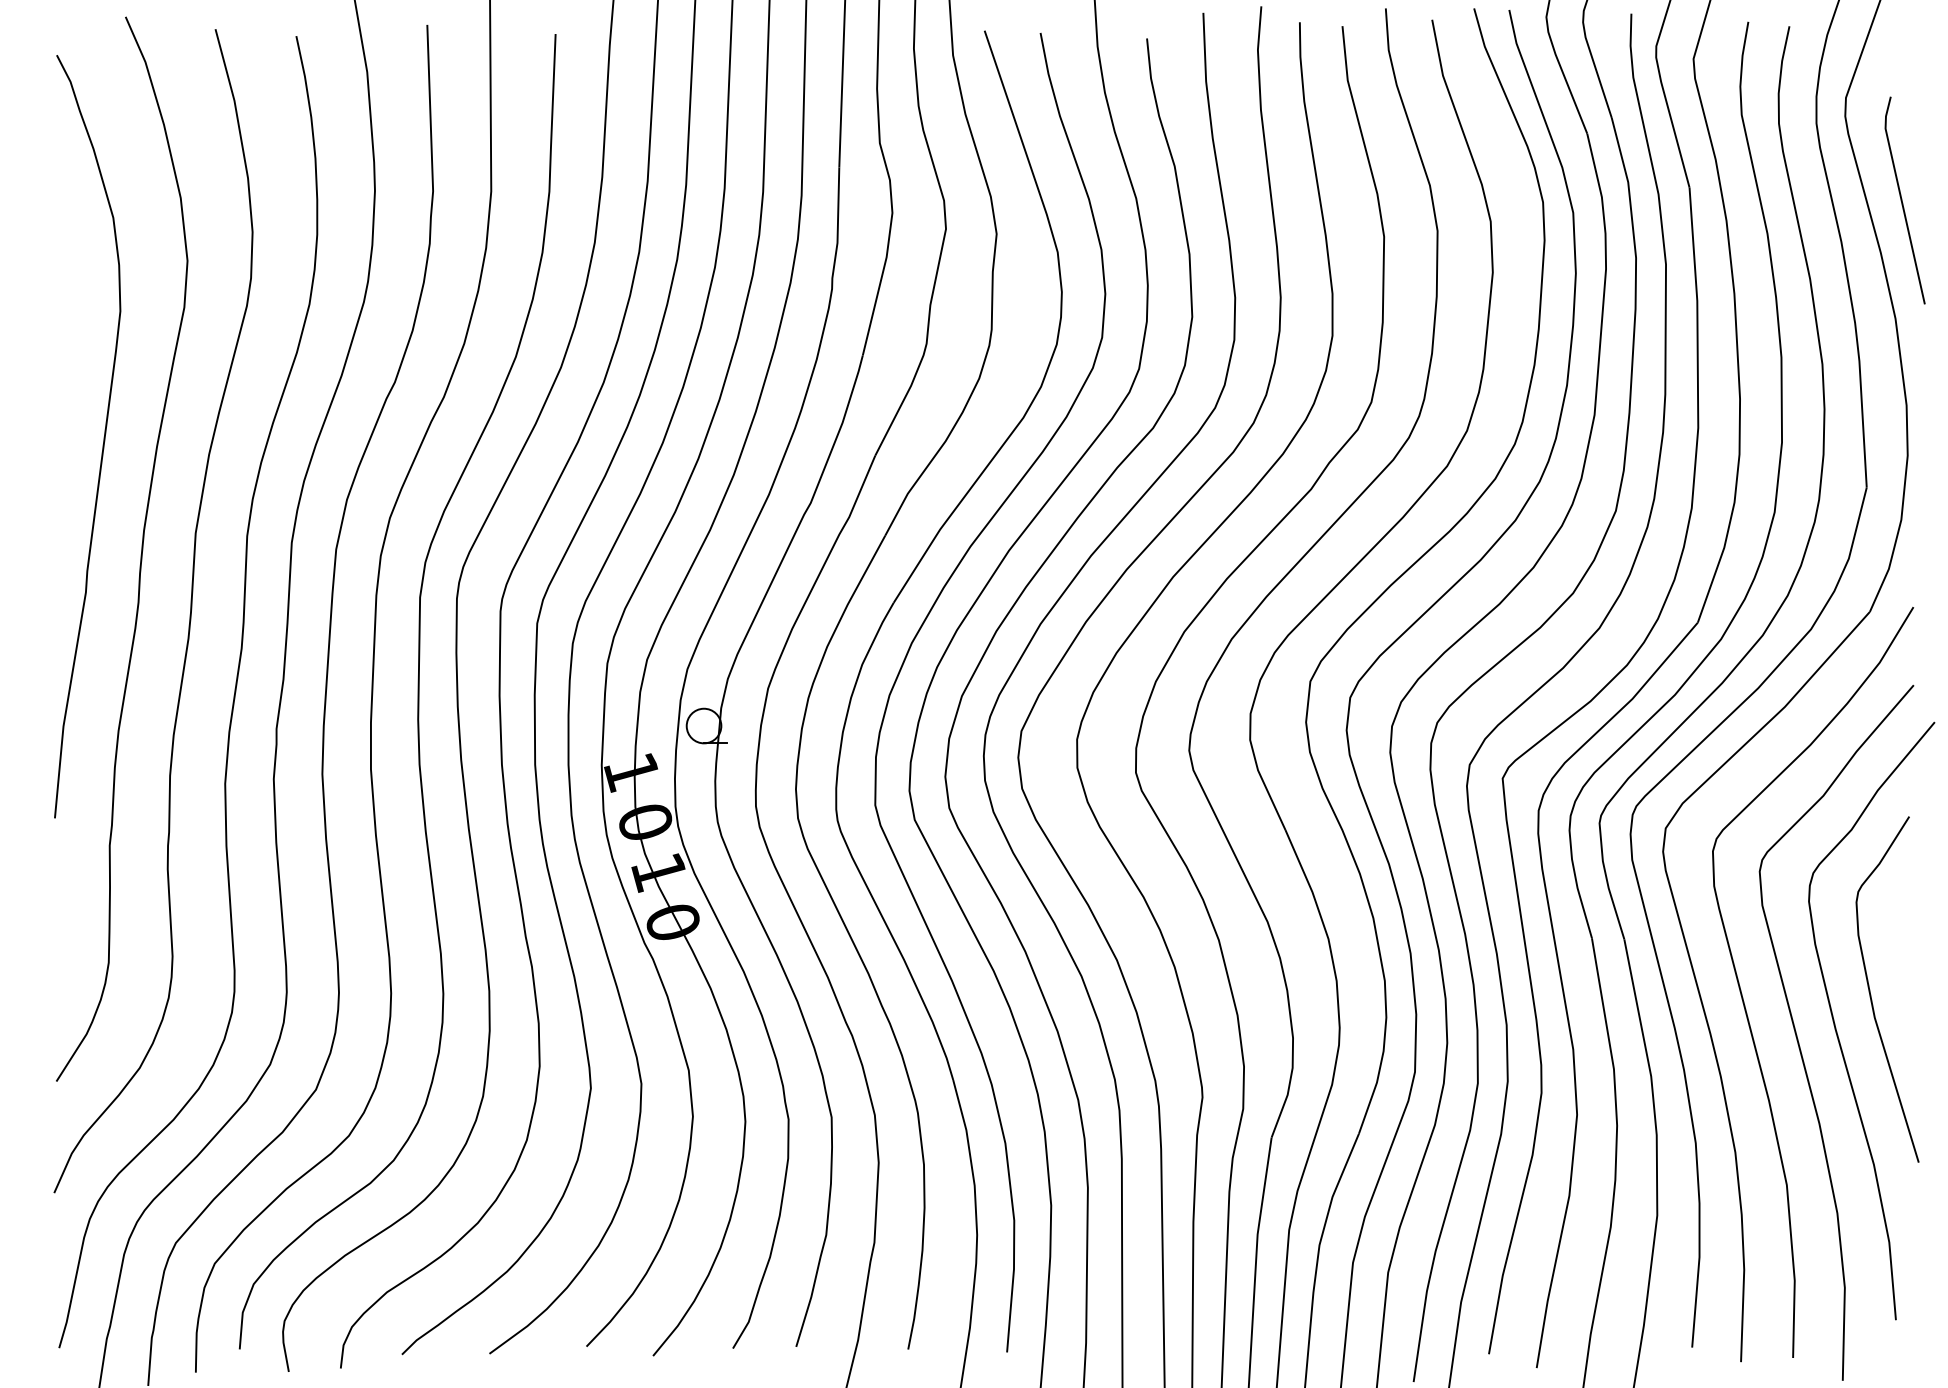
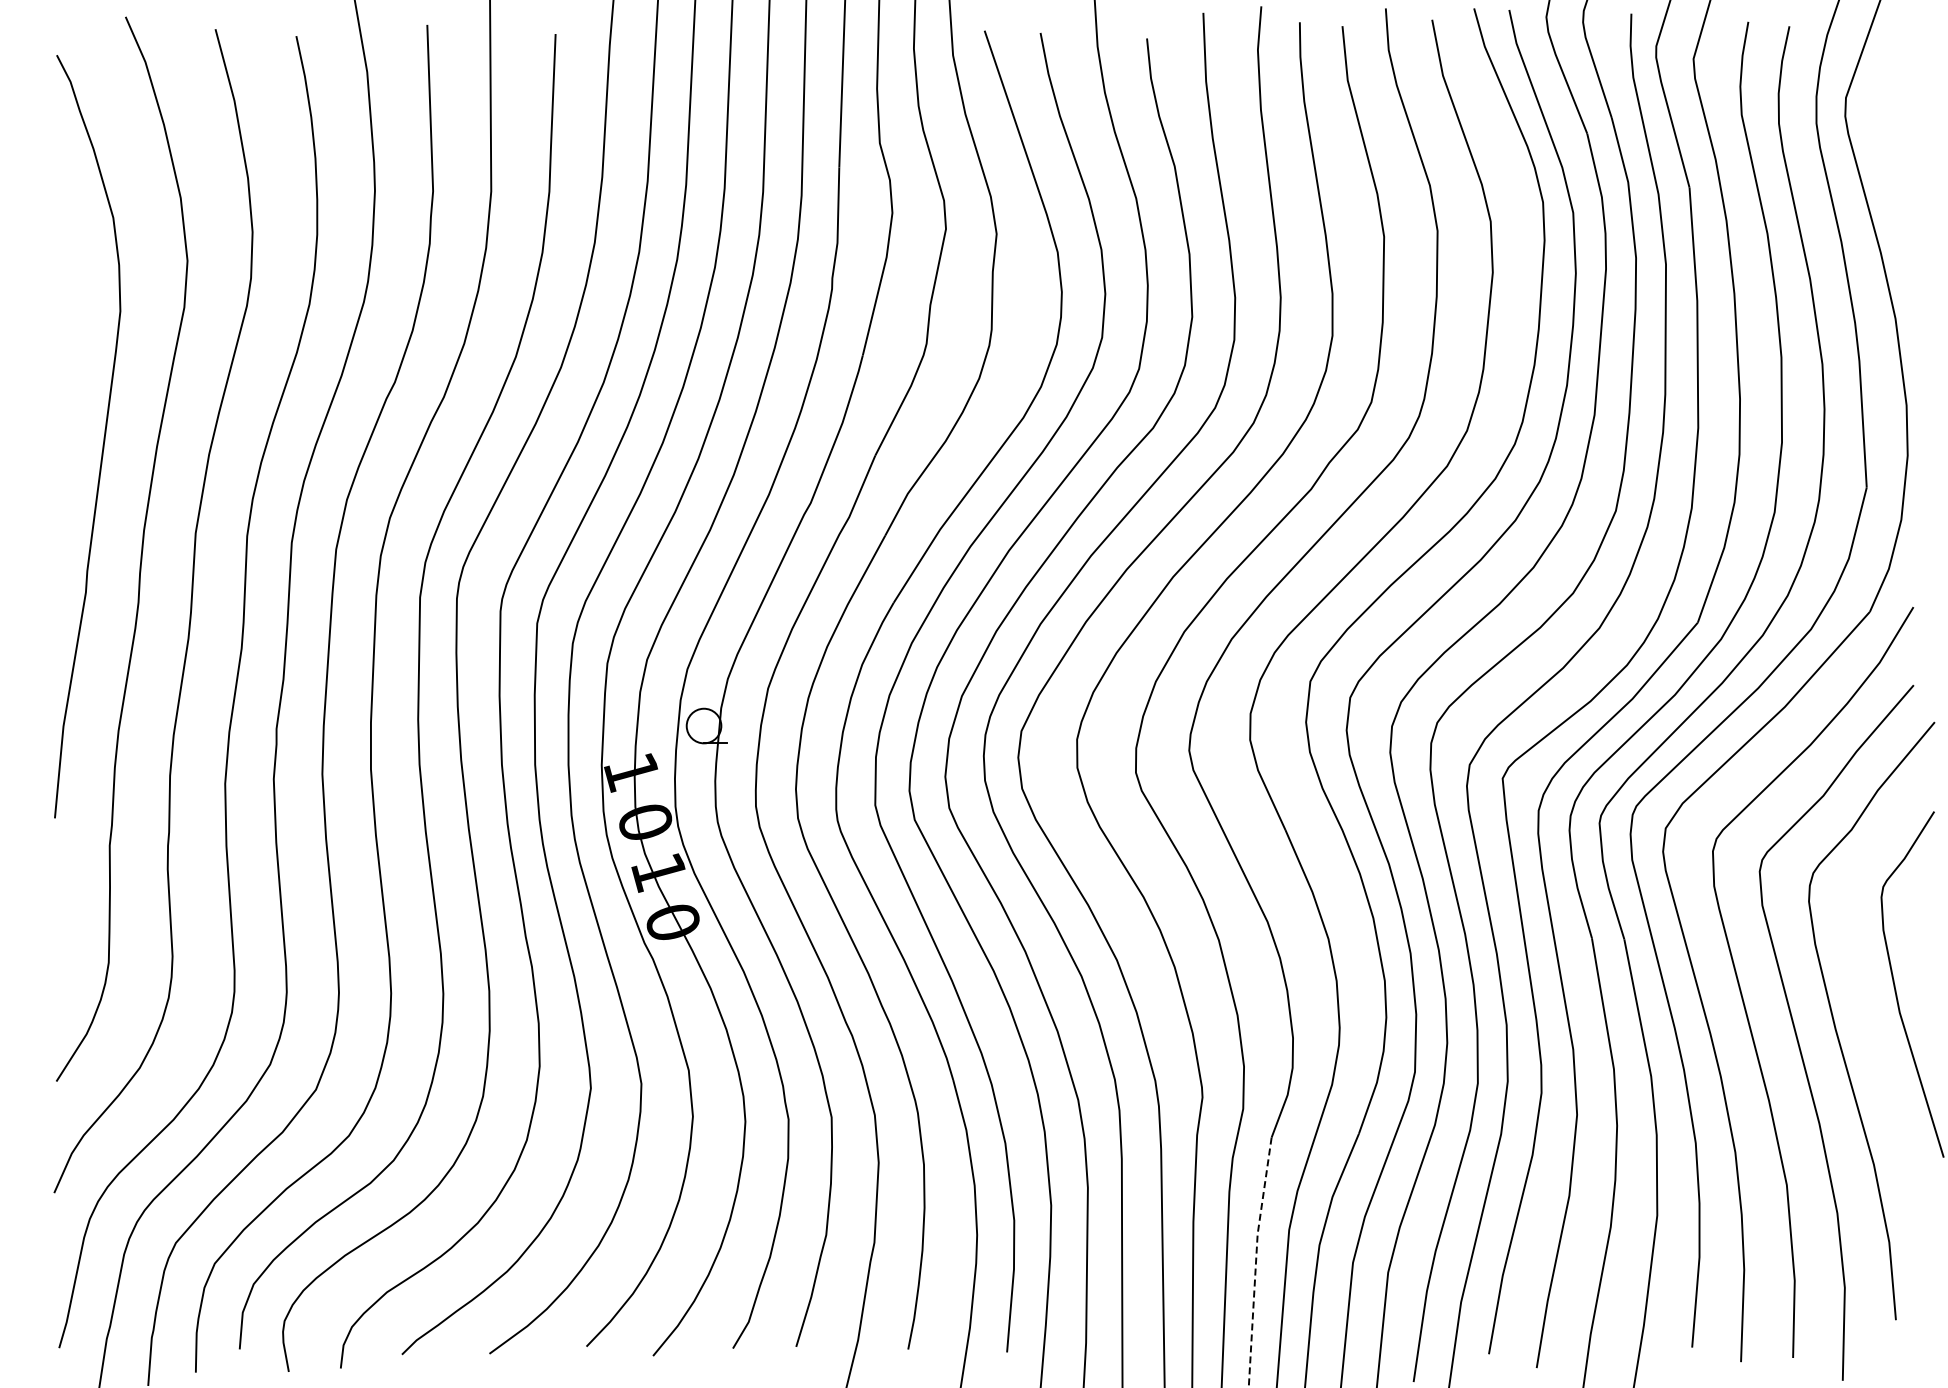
line at (1902, 200): present -> none
curve at (1871, 994) position: (1871, 994) -> (1896, 989)
line at (1256, 1261): solid -> dashed
